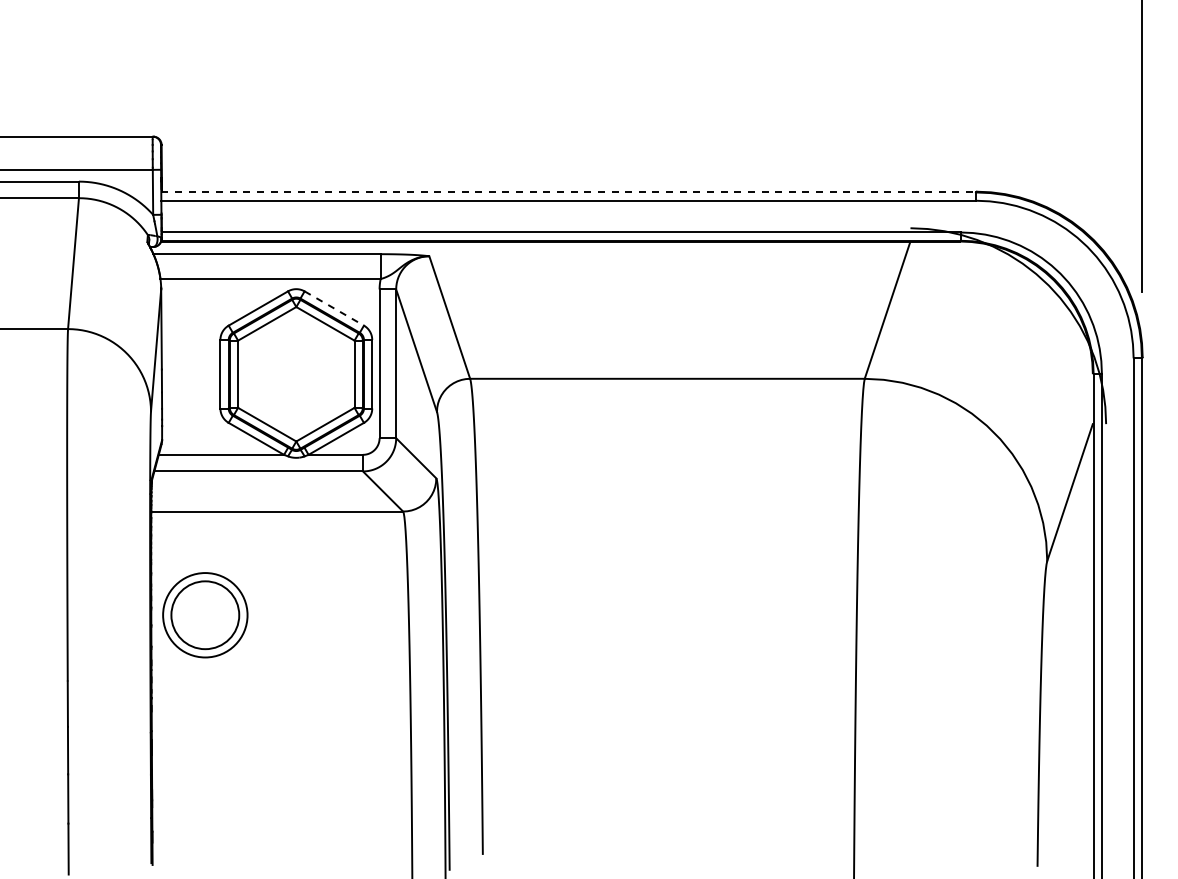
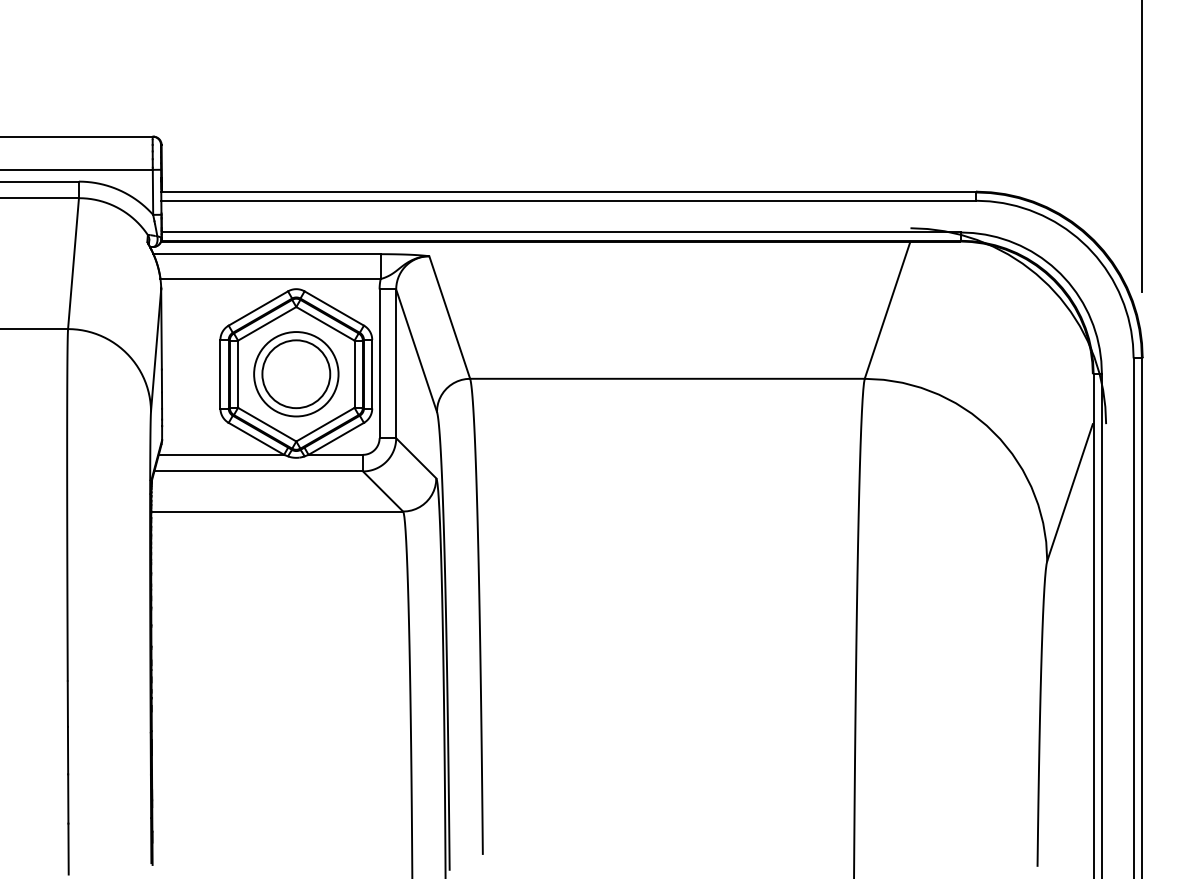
line at (569, 192): dashed -> solid
line at (334, 308): dashed -> solid
part at (205, 615) position: (205, 615) -> (296, 374)
